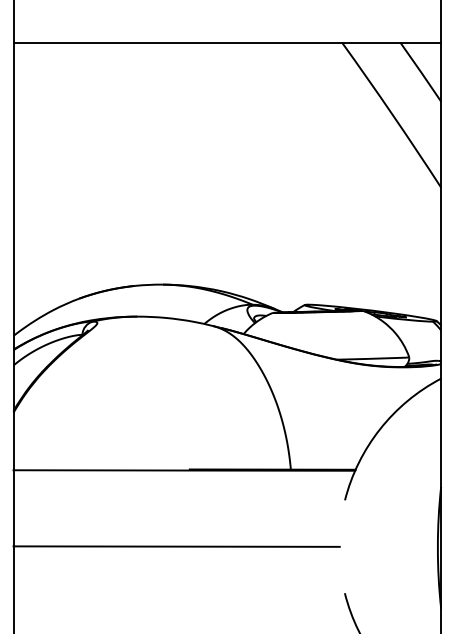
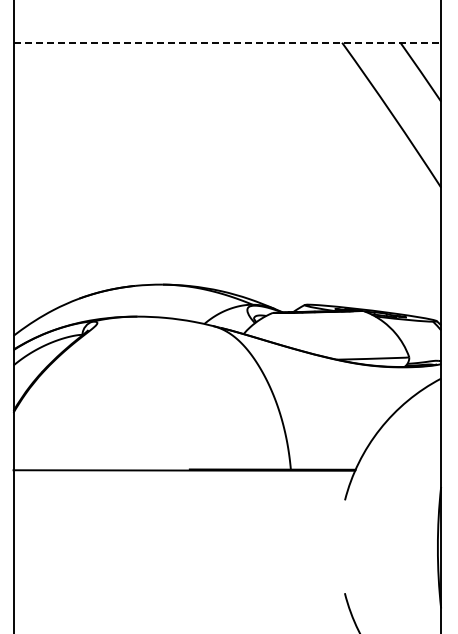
line at (227, 42): solid -> dashed
line at (176, 546): present -> none
